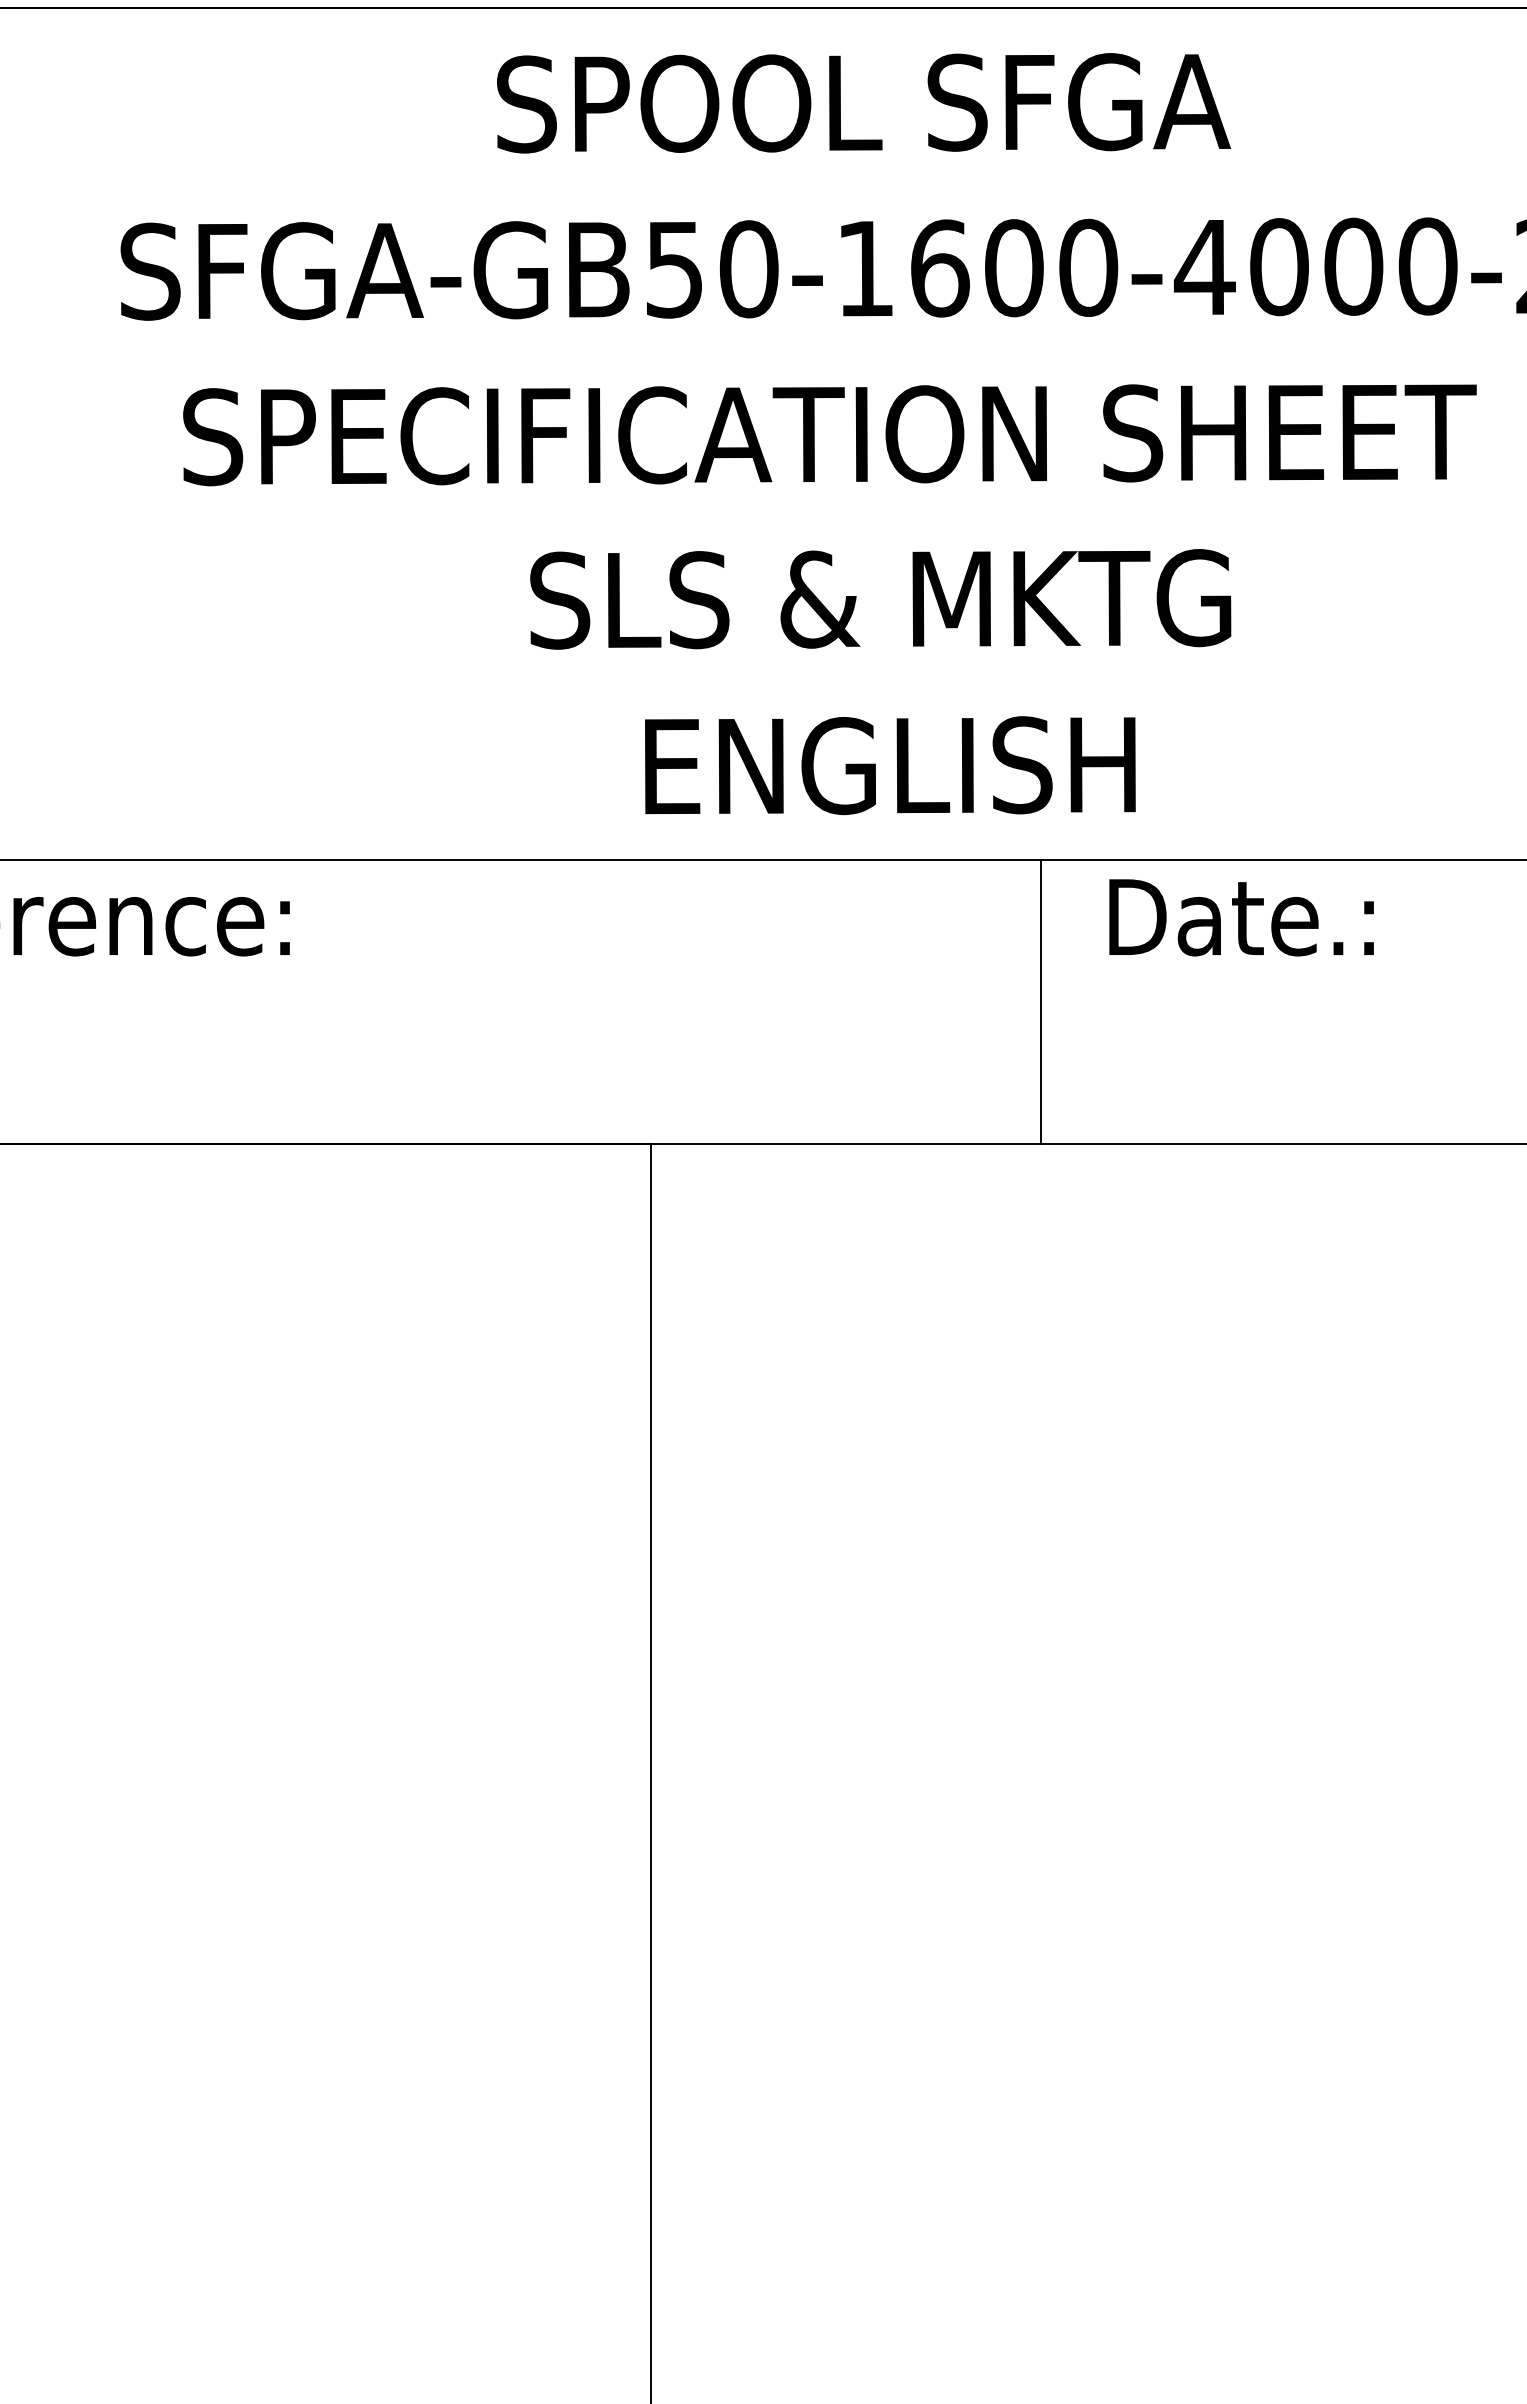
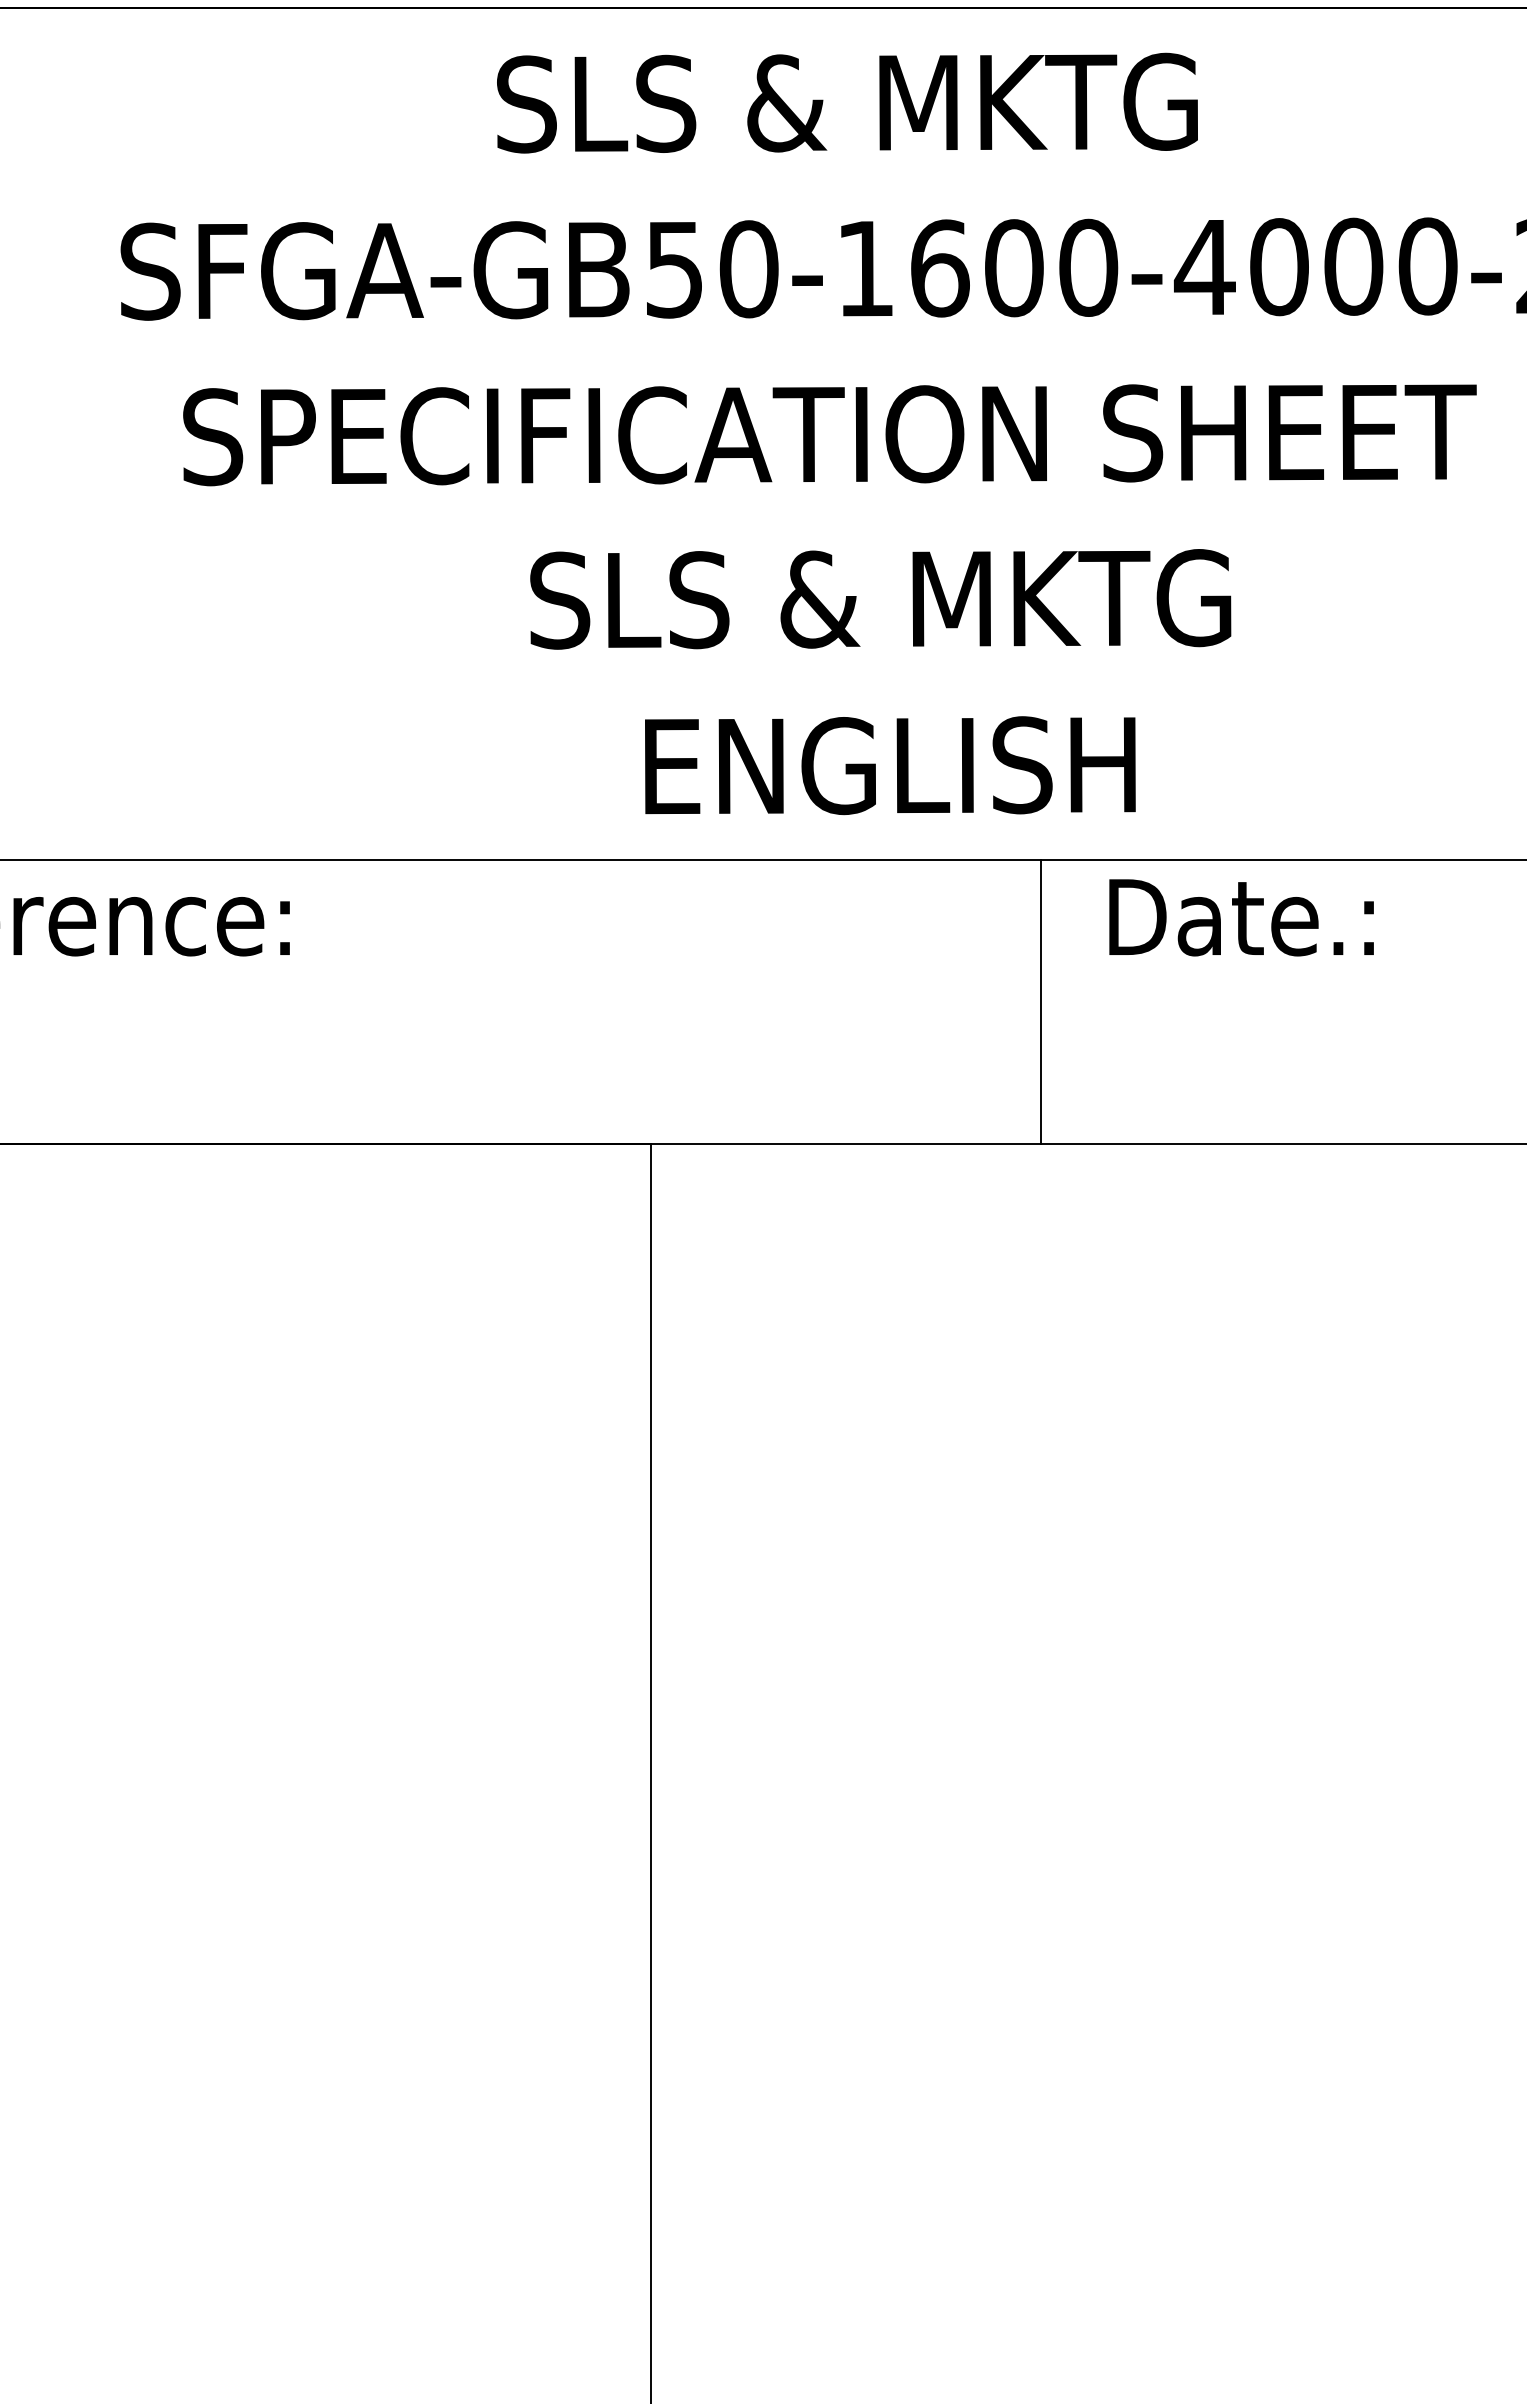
text at (908, 102): SPOOL SFGA -> SLS & MKTG
